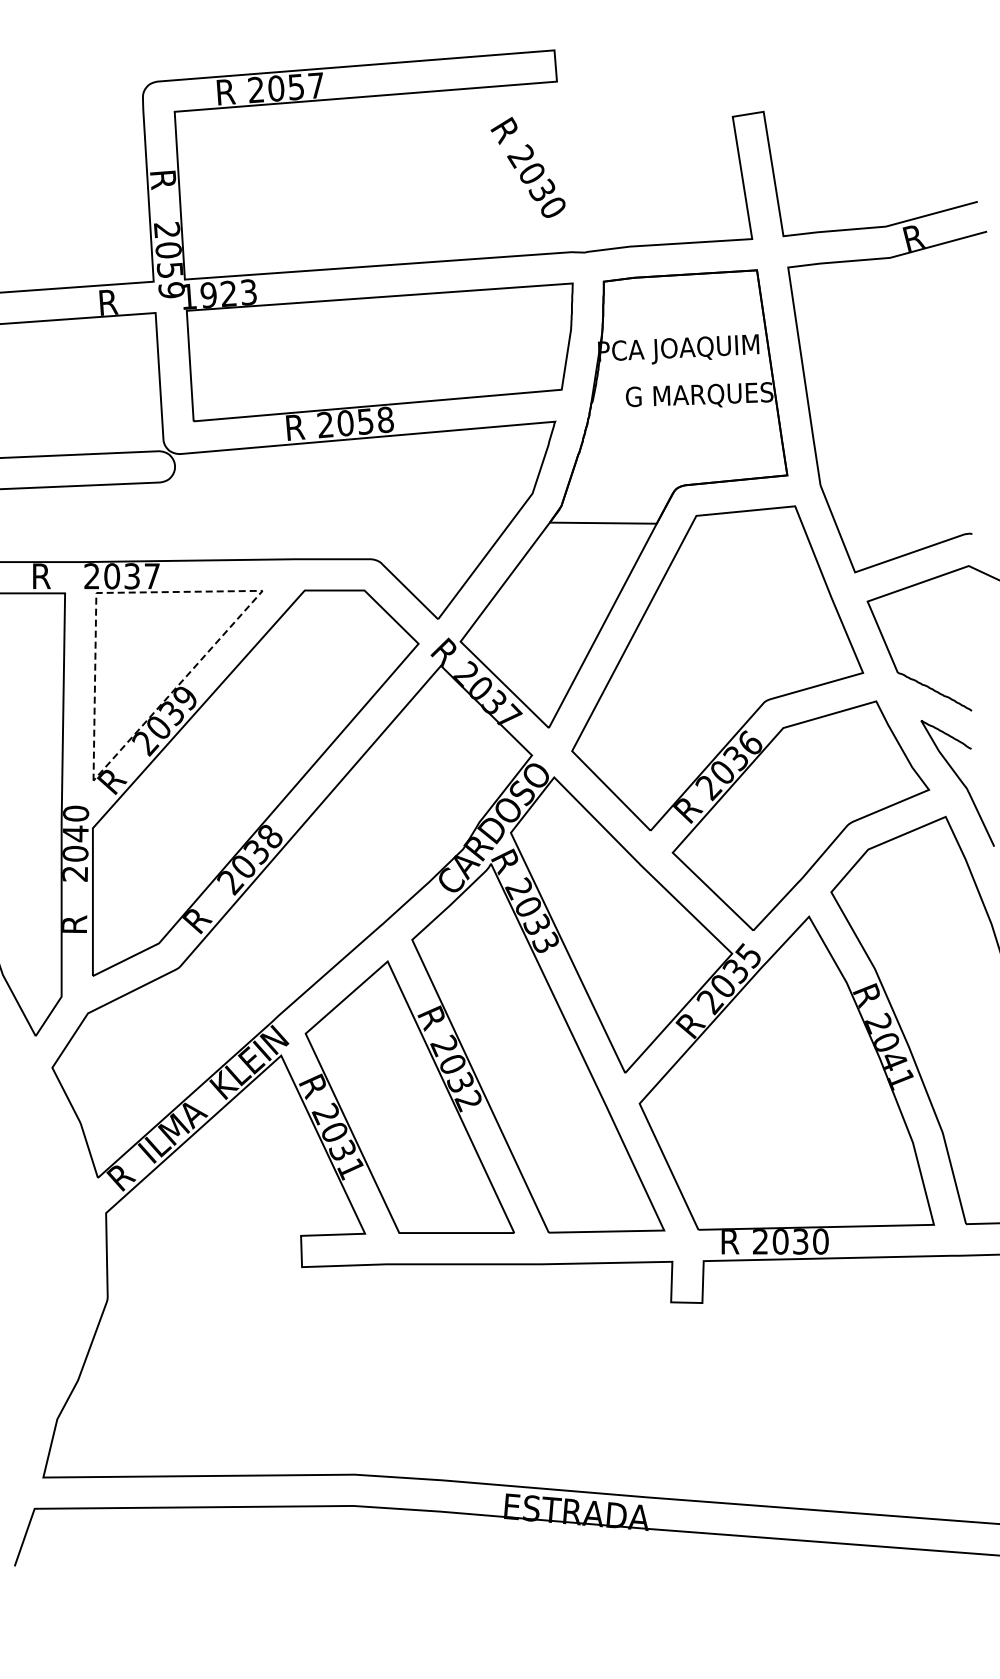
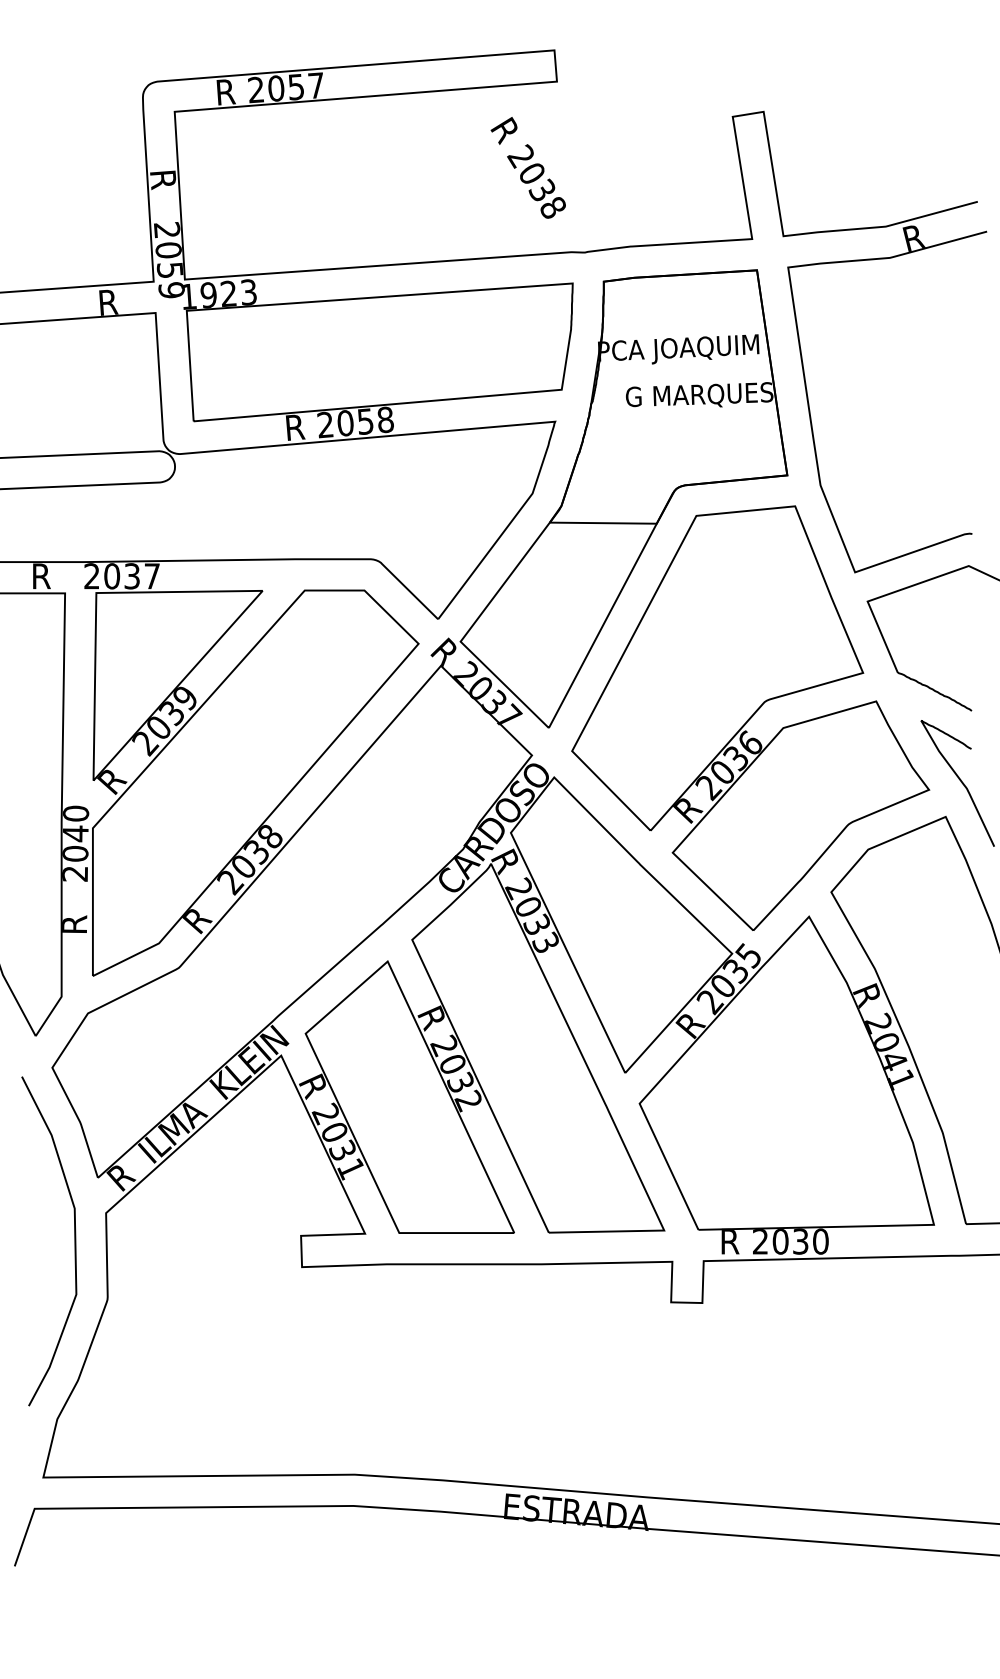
text at (552, 207): 2030 -> 2038
line at (212, 591): dashed -> solid
curve at (74, 1241): none -> present
